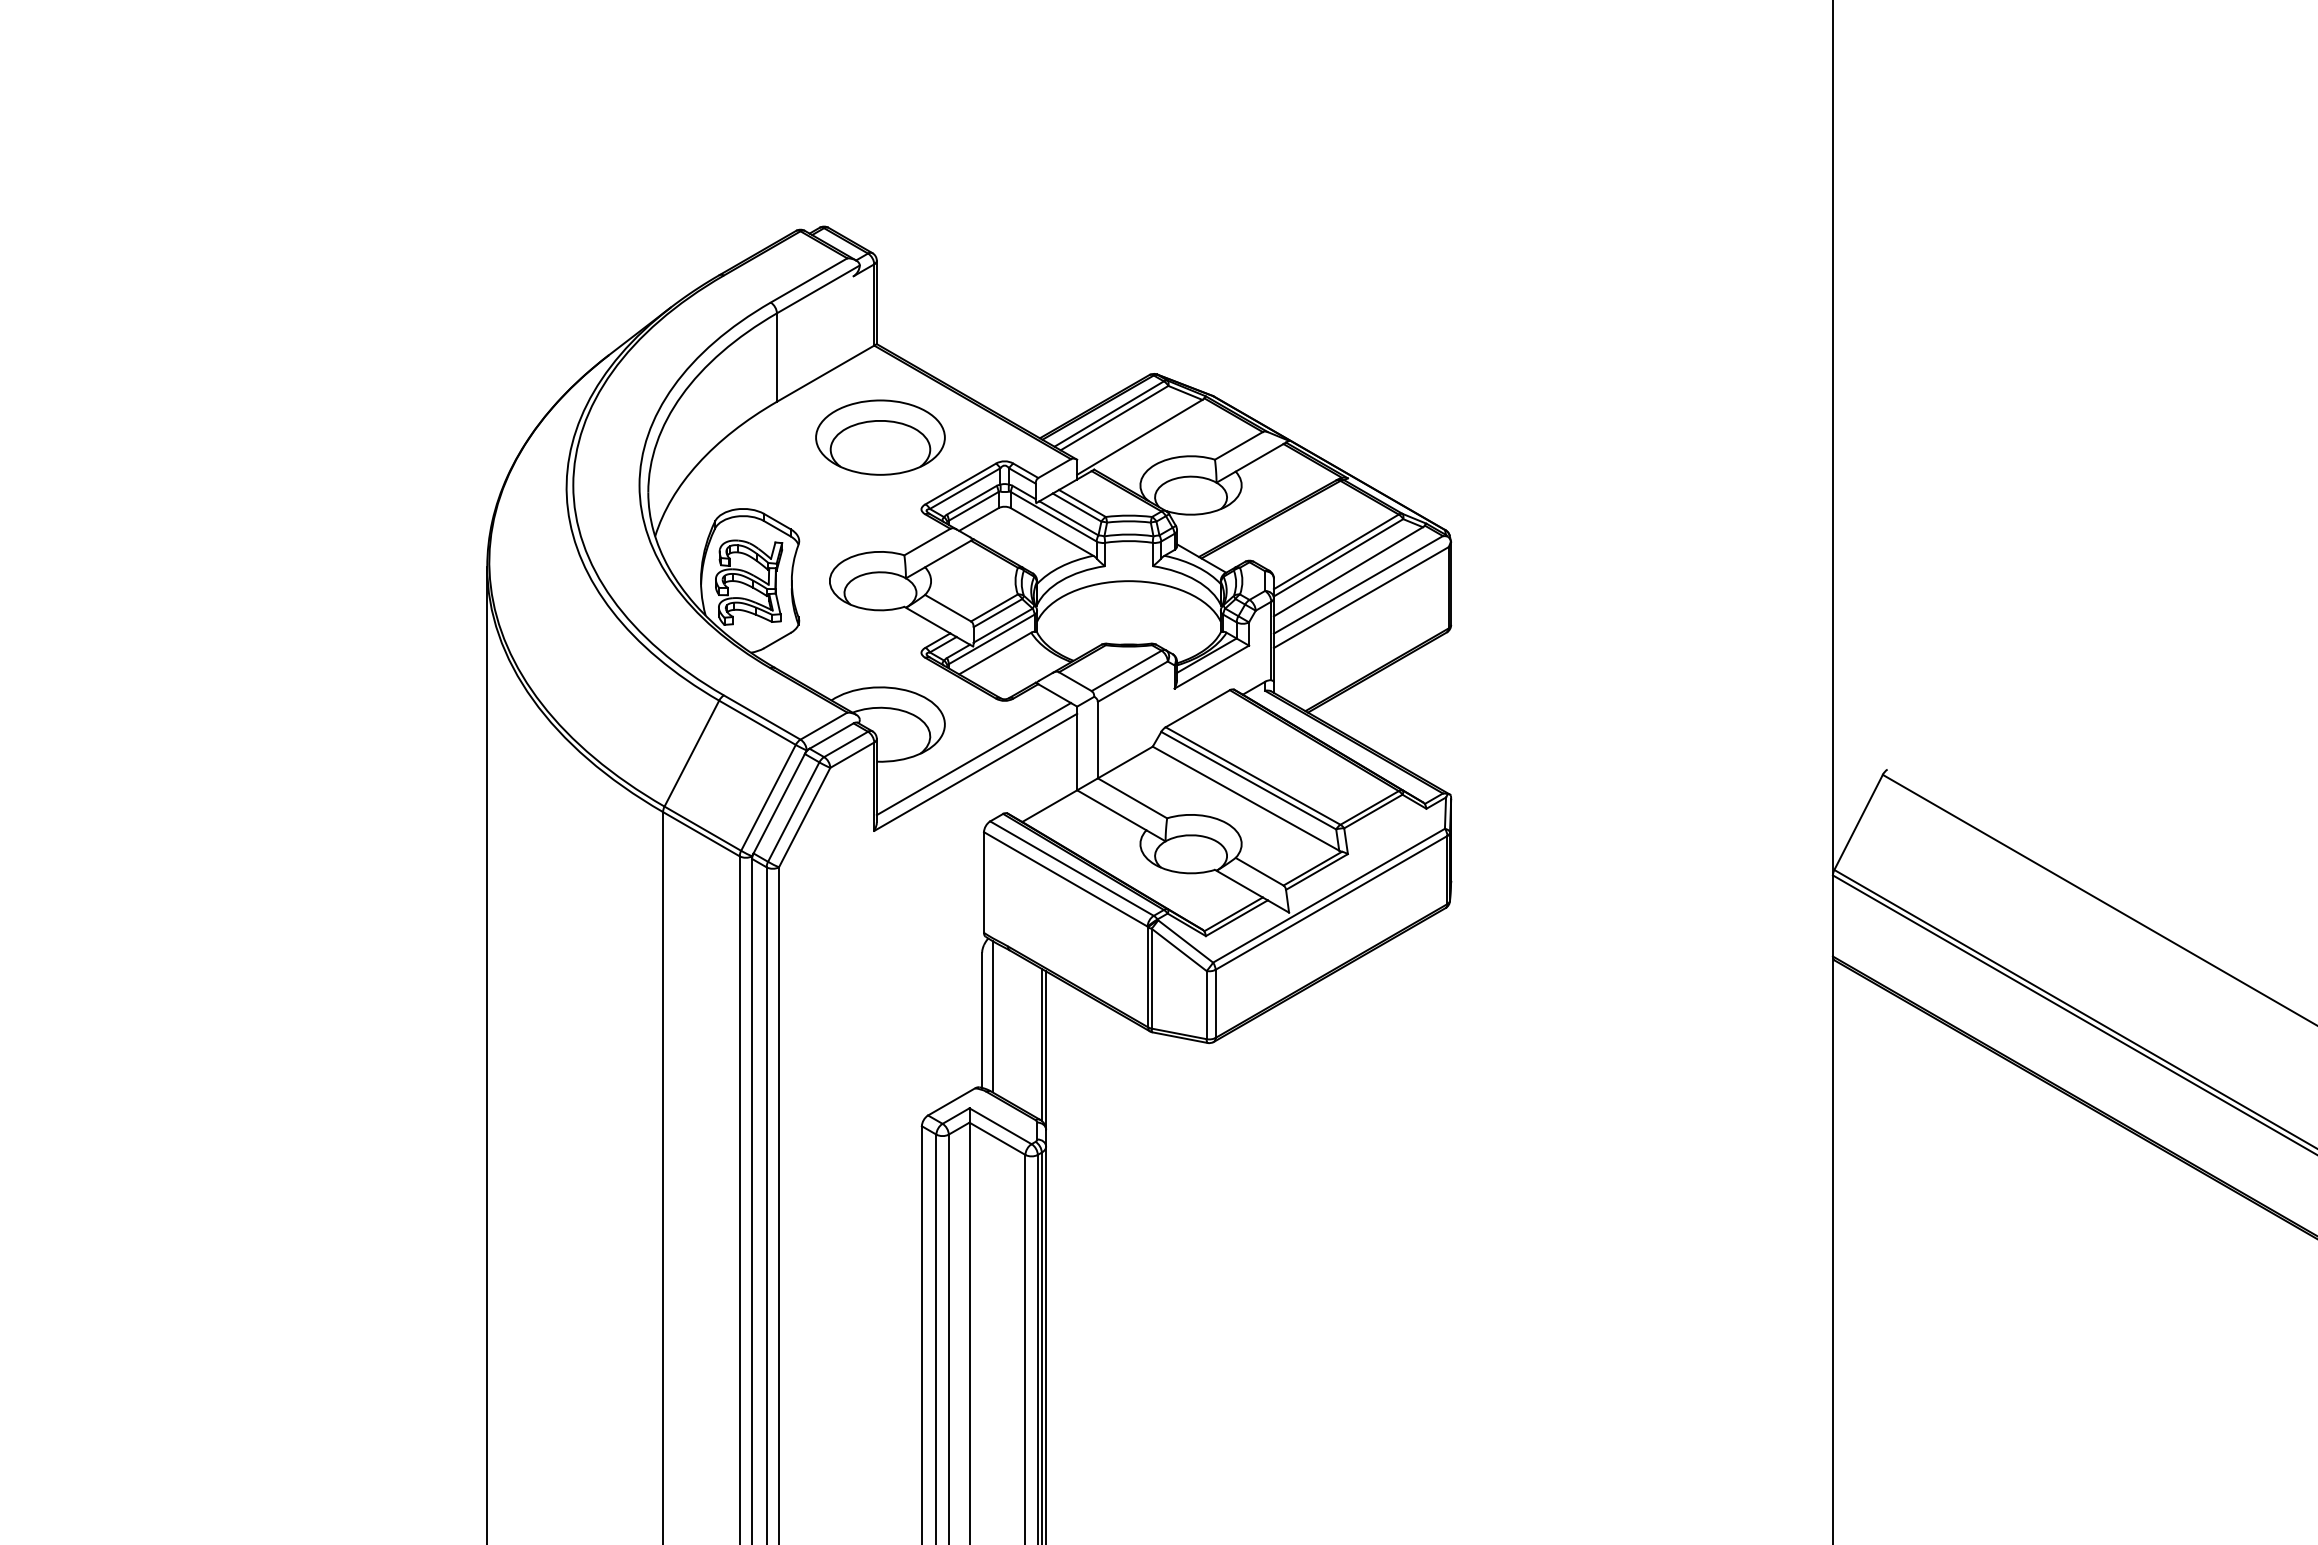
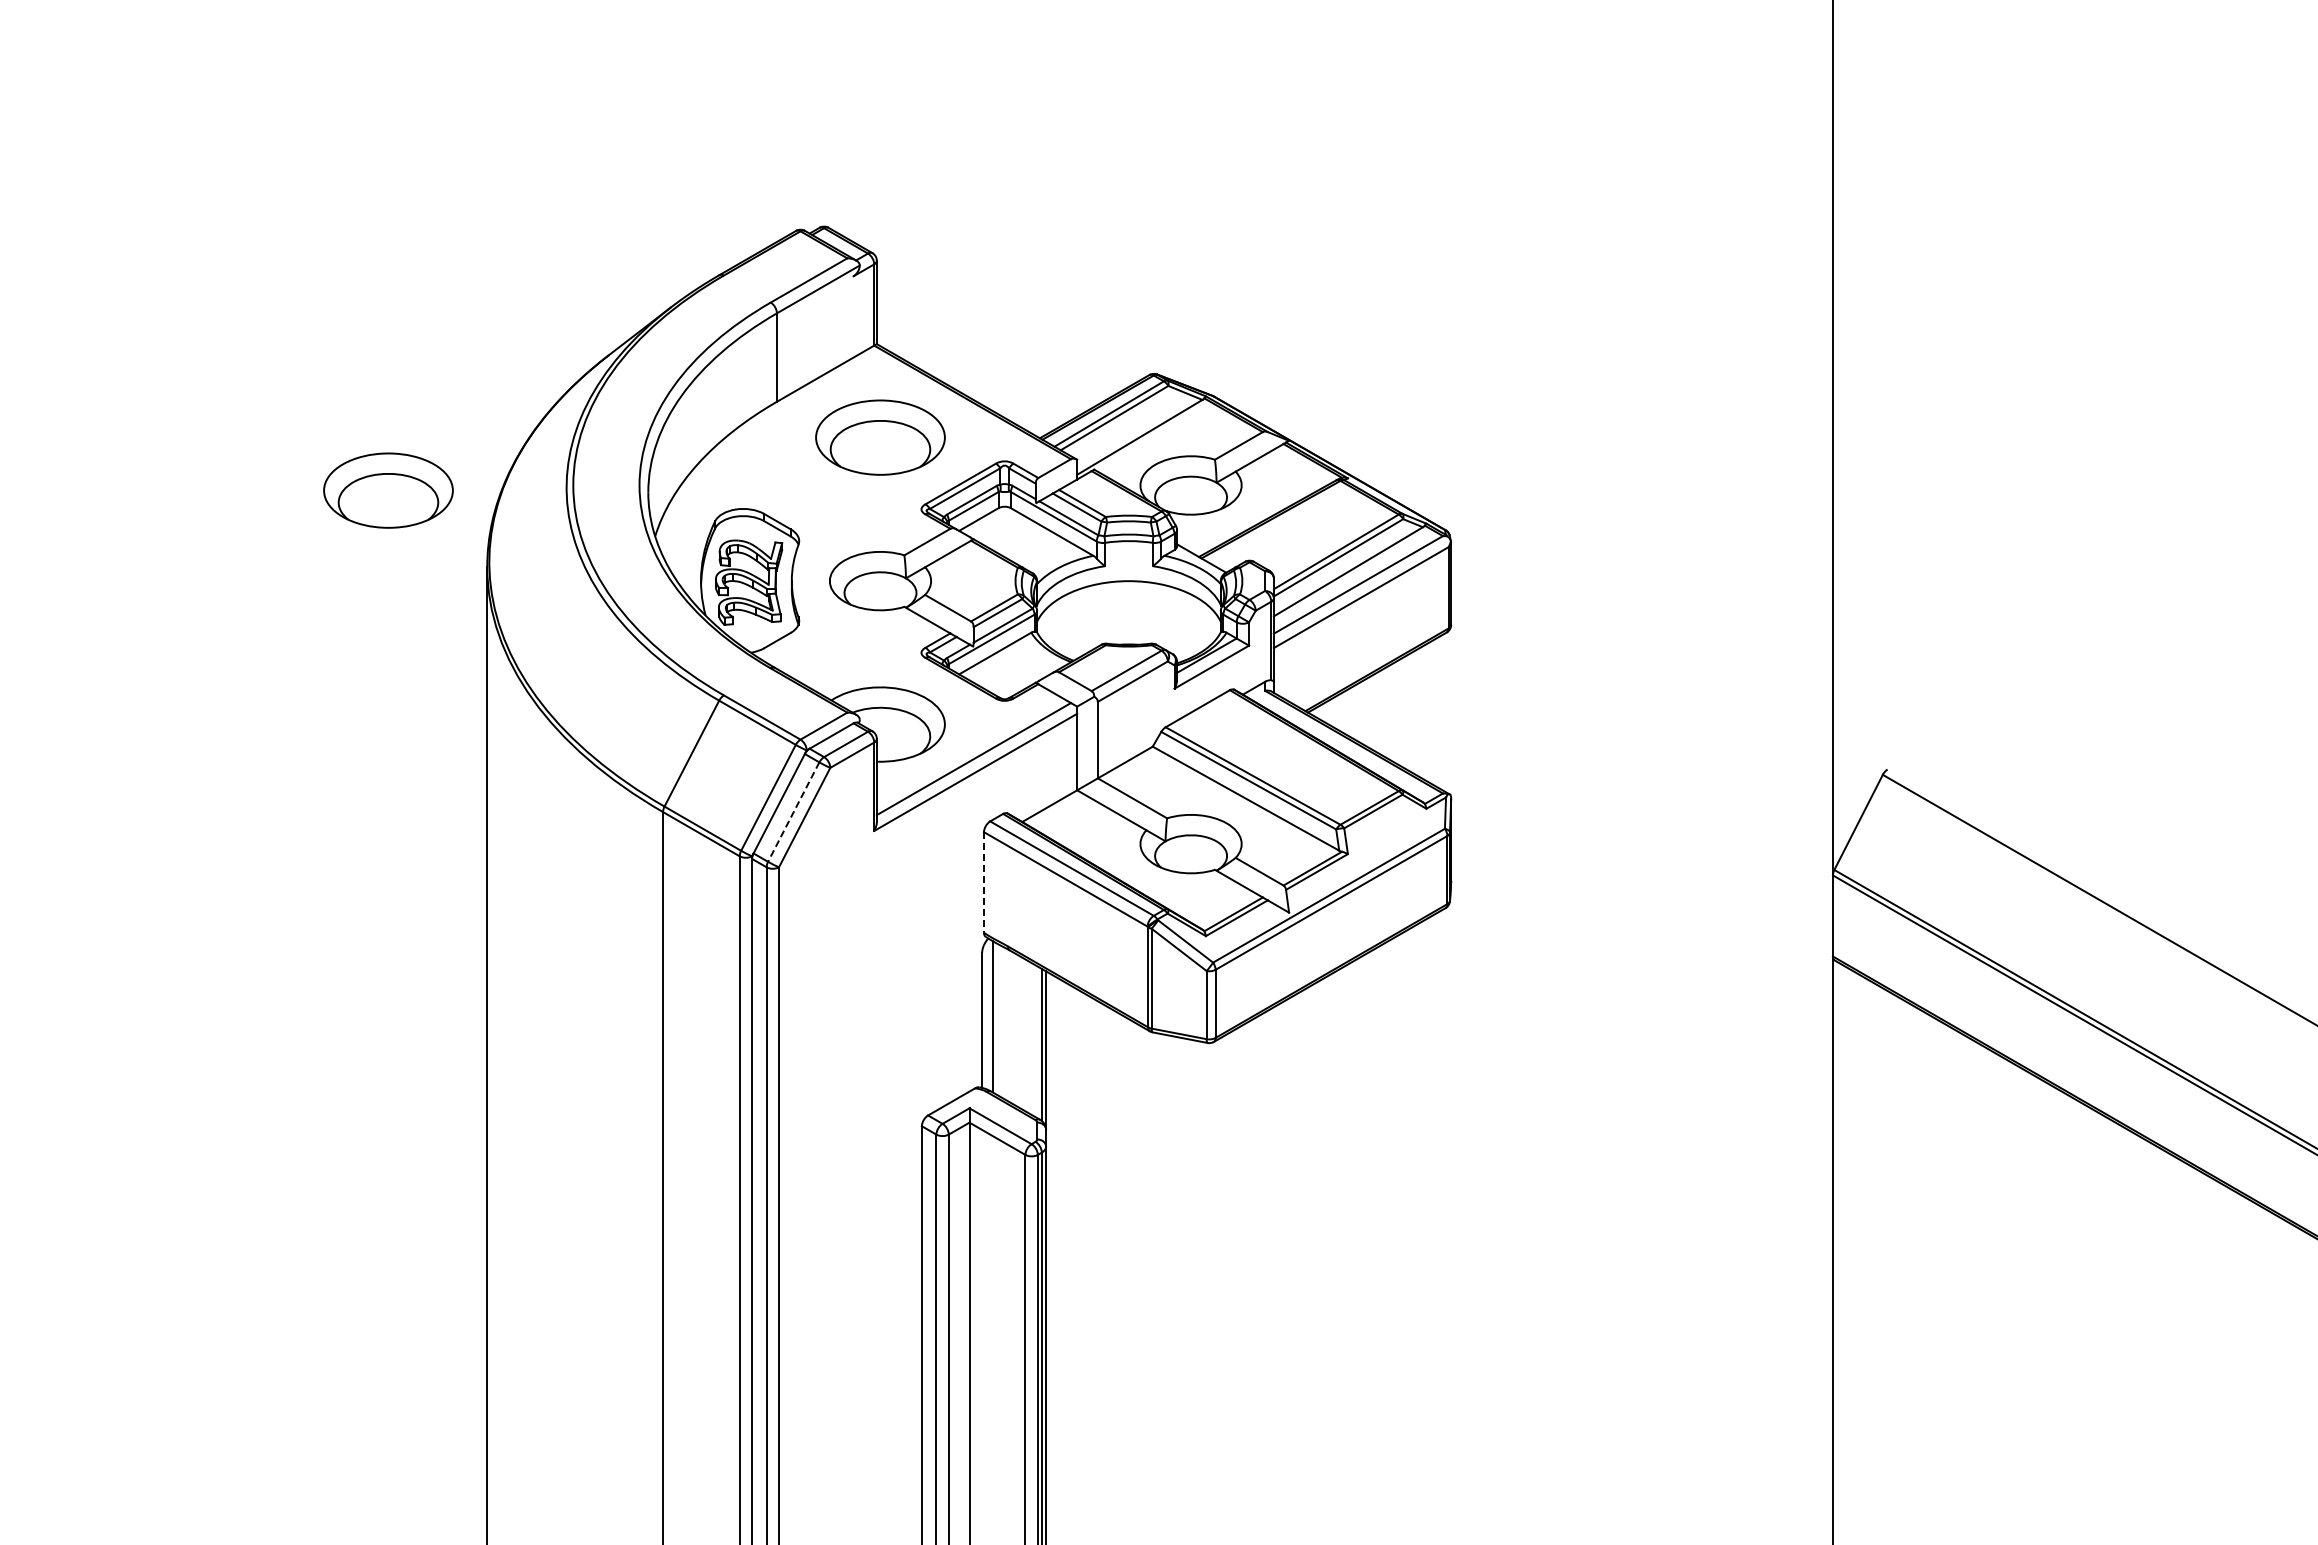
part at (388, 490): none -> present
line at (793, 812): solid -> dashed
line at (984, 883): solid -> dashed
